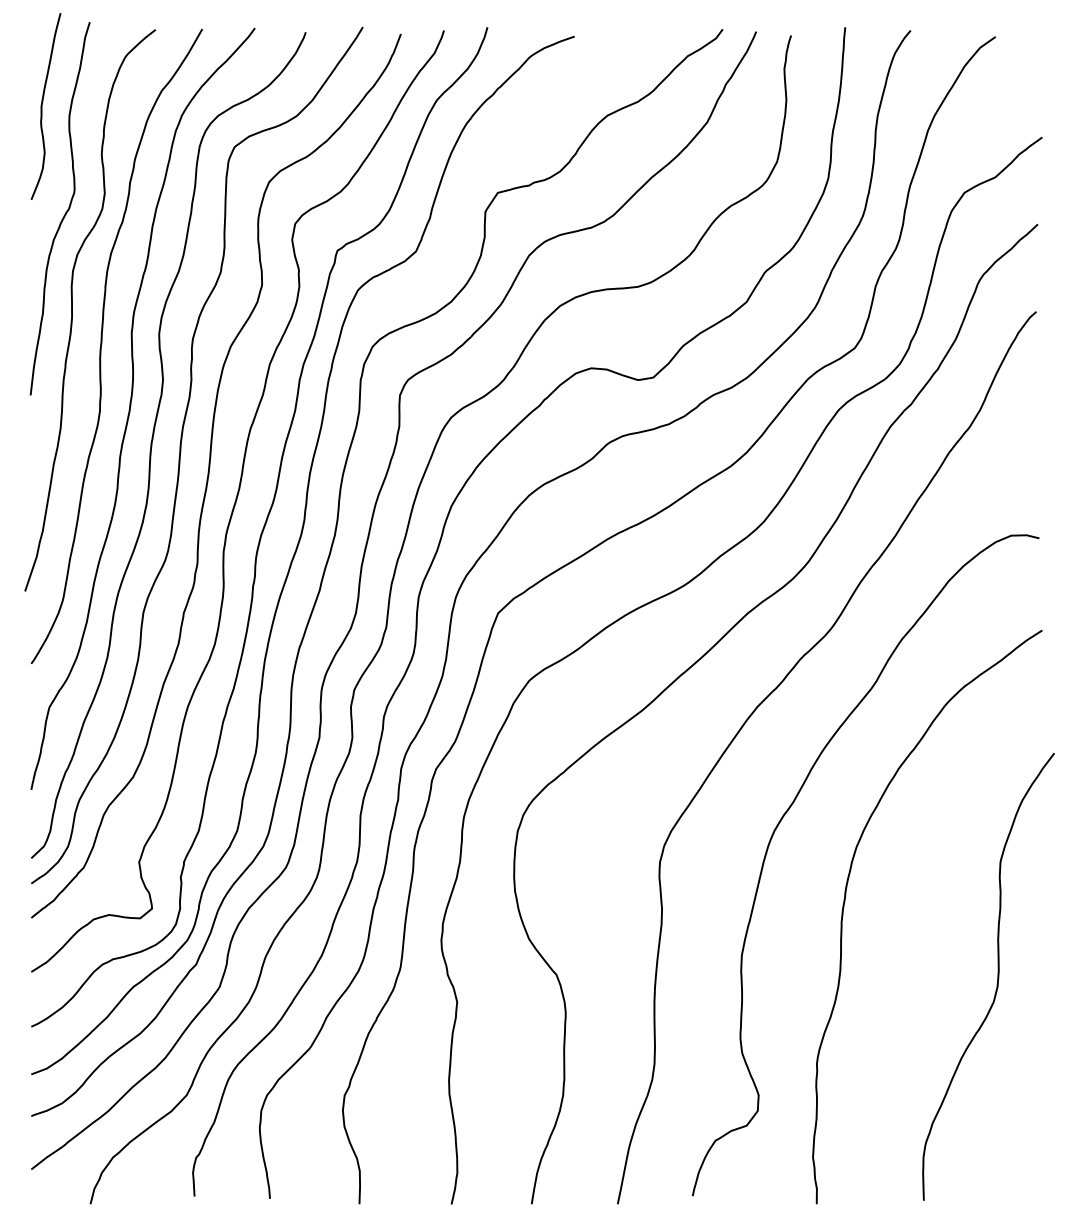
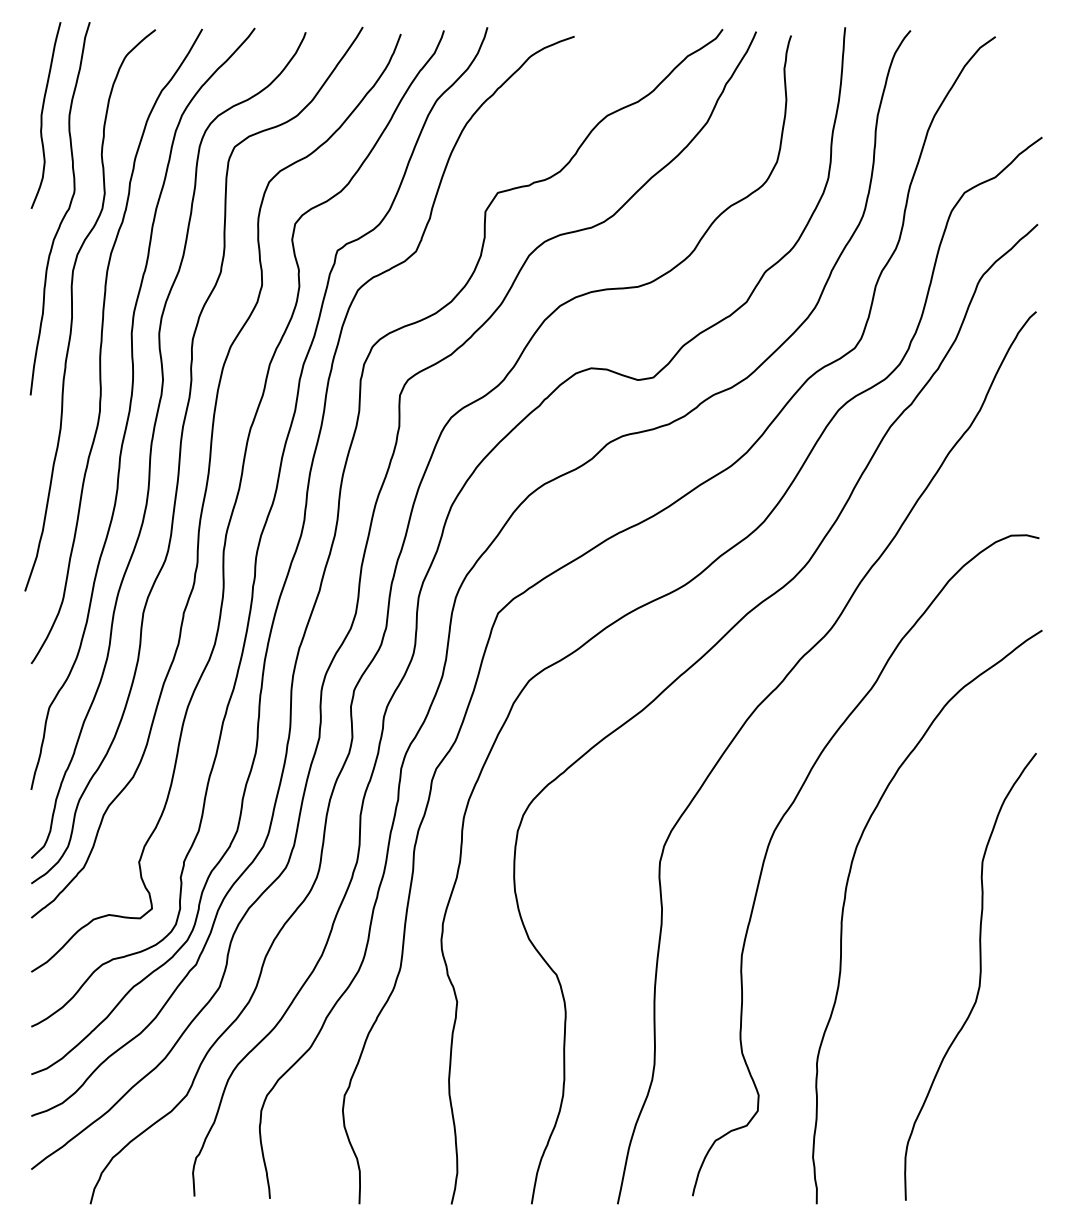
curve at (42, 106) position: (42, 106) -> (42, 115)
curve at (997, 976) position: (997, 976) -> (979, 976)
